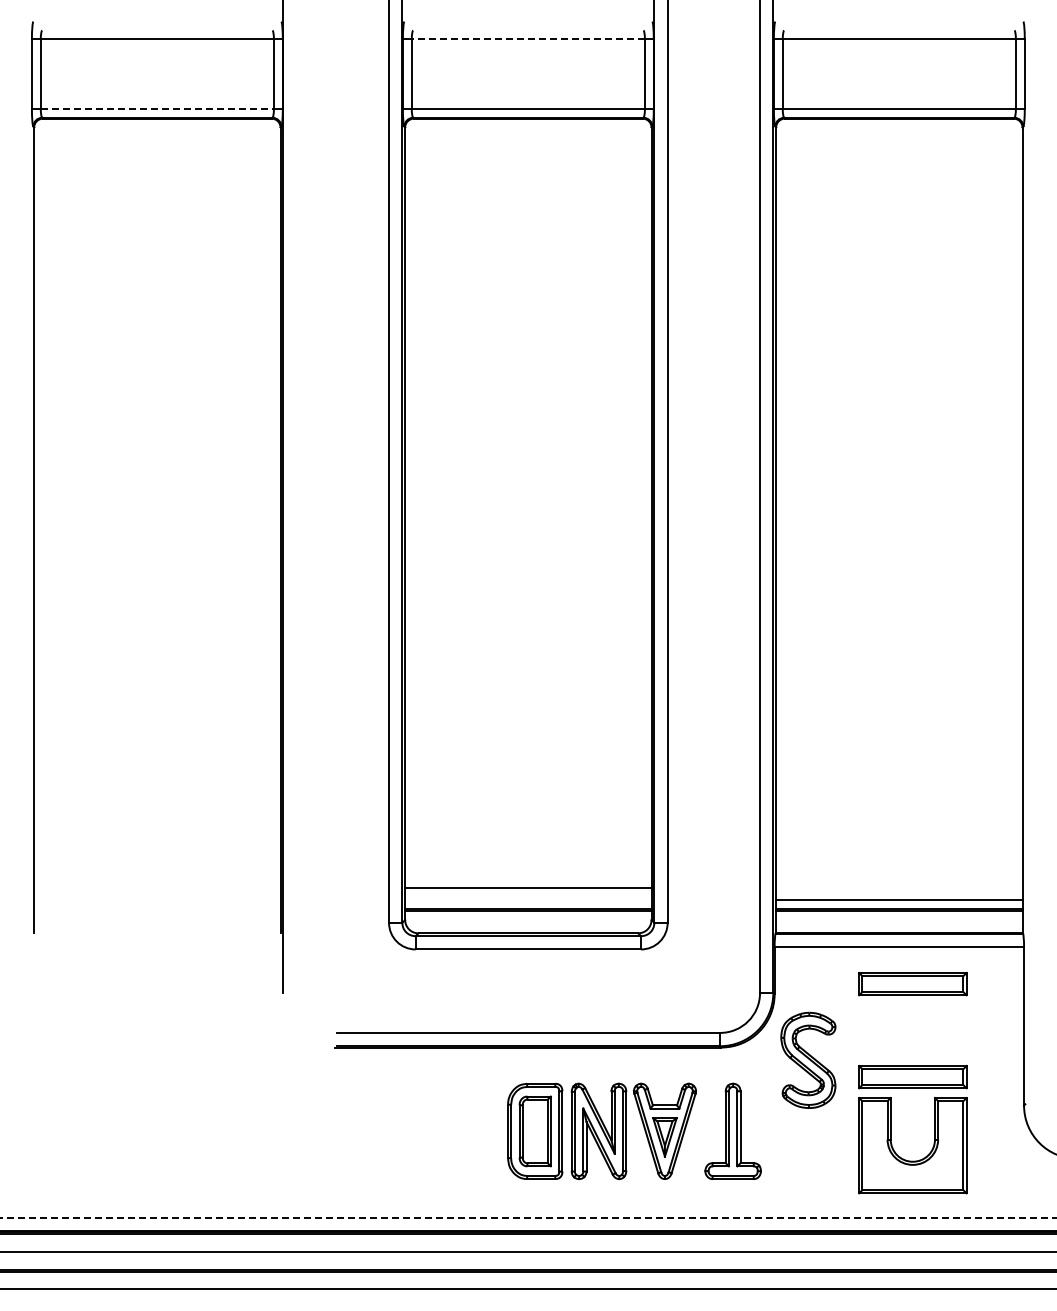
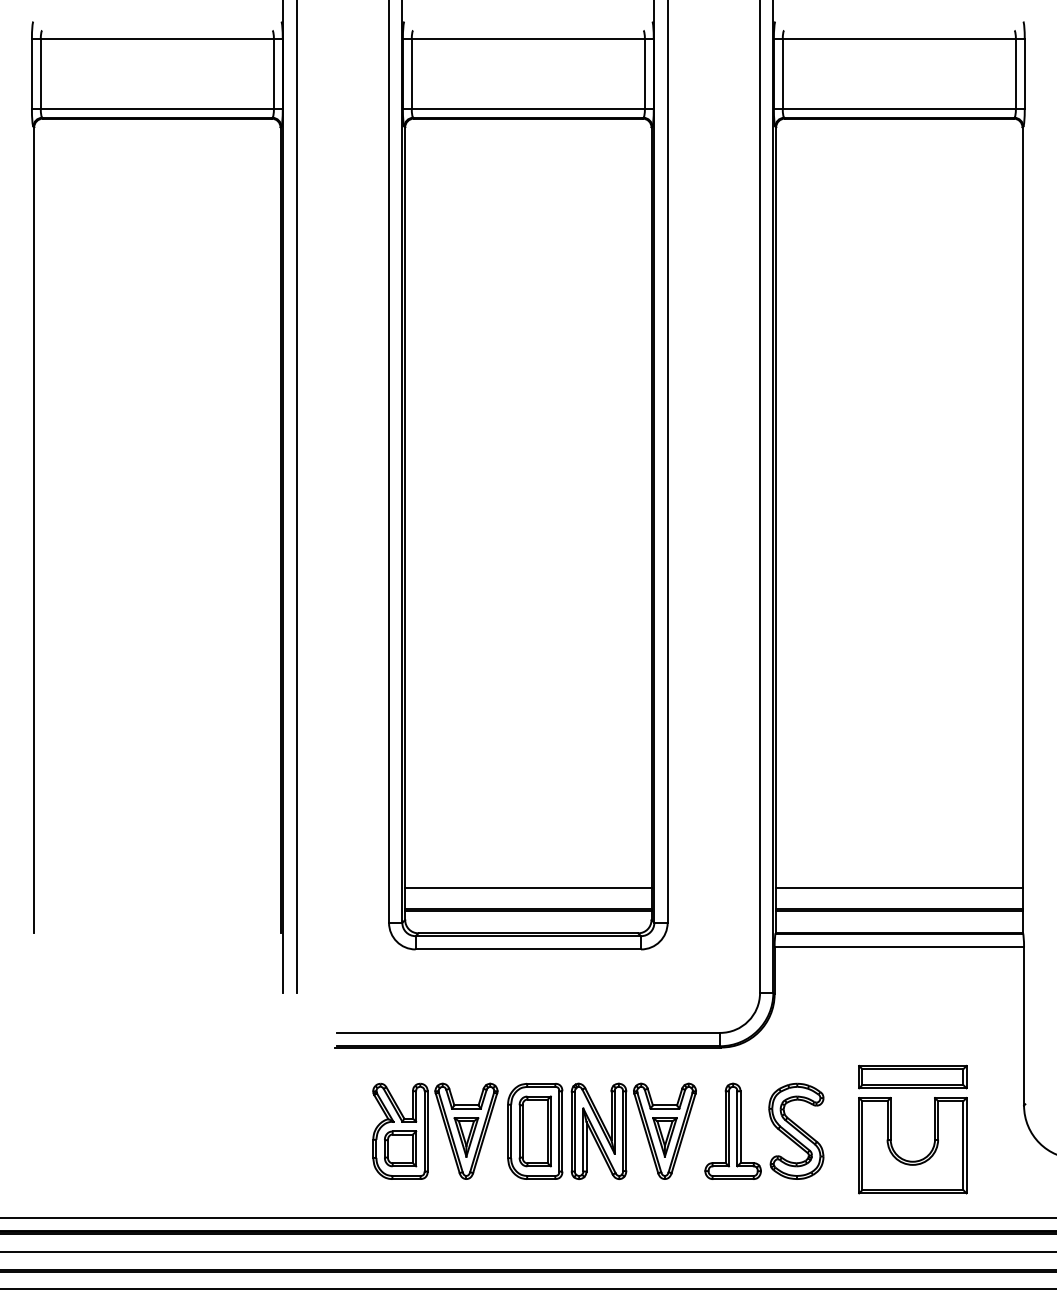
line at (528, 39): dashed -> solid
line at (157, 108): dashed -> solid
line at (296, 497): none -> present
line at (899, 899) position: (899, 899) -> (899, 887)
part at (912, 983): present -> none
part at (808, 1059) position: (808, 1059) -> (796, 1130)
part at (428, 1130): none -> present
line at (528, 1217): dashed -> solid
